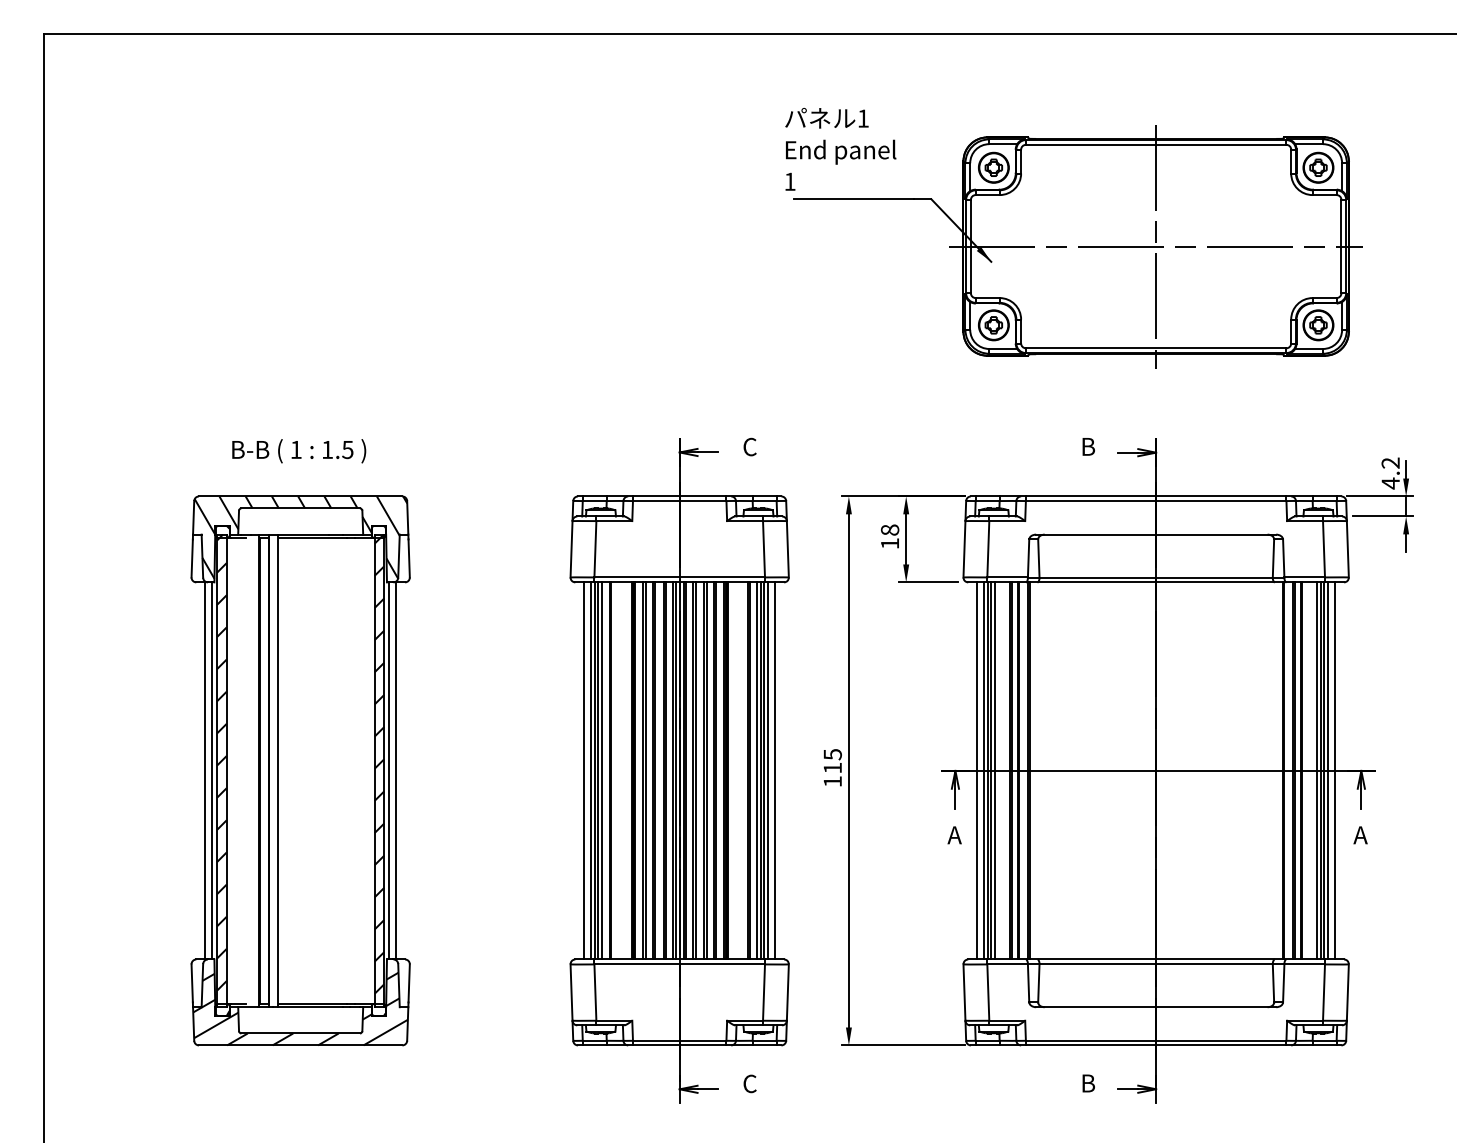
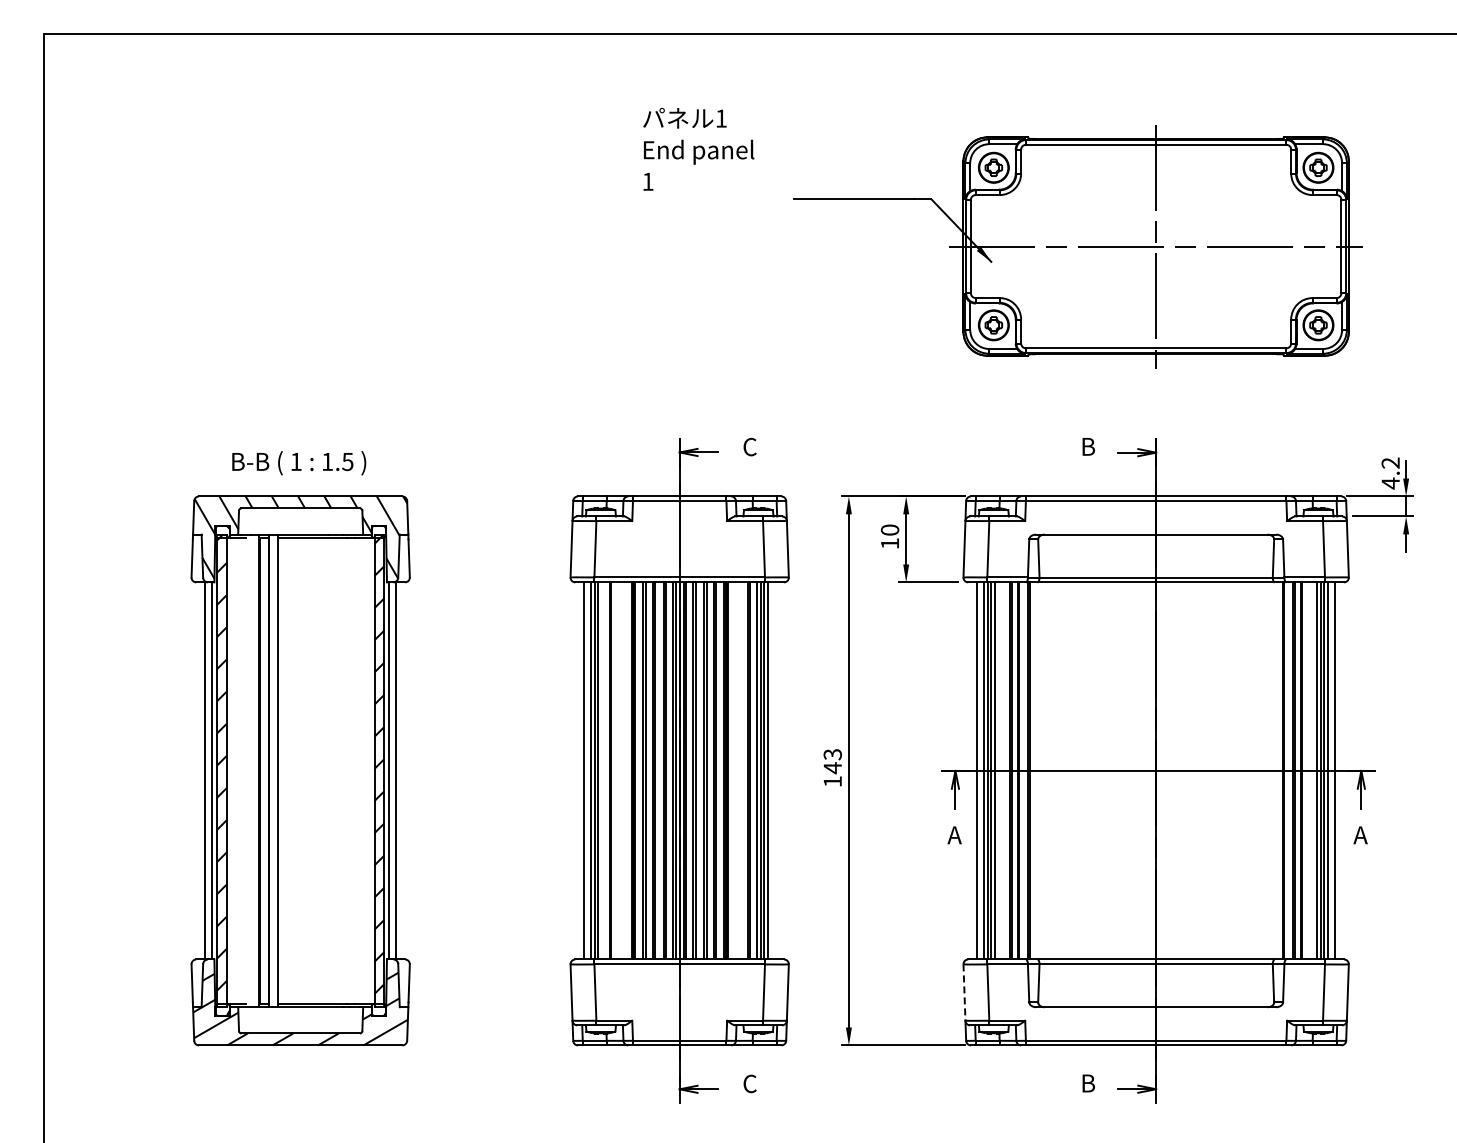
text at (840, 148) position: (840, 148) -> (698, 148)
text at (299, 451) position: (299, 451) -> (299, 463)
text at (889, 529): 18 -> 10
text at (832, 761): 115 -> 143
line at (602, 770): present -> none
line at (775, 770): present -> none
line at (964, 993): solid -> dashed
